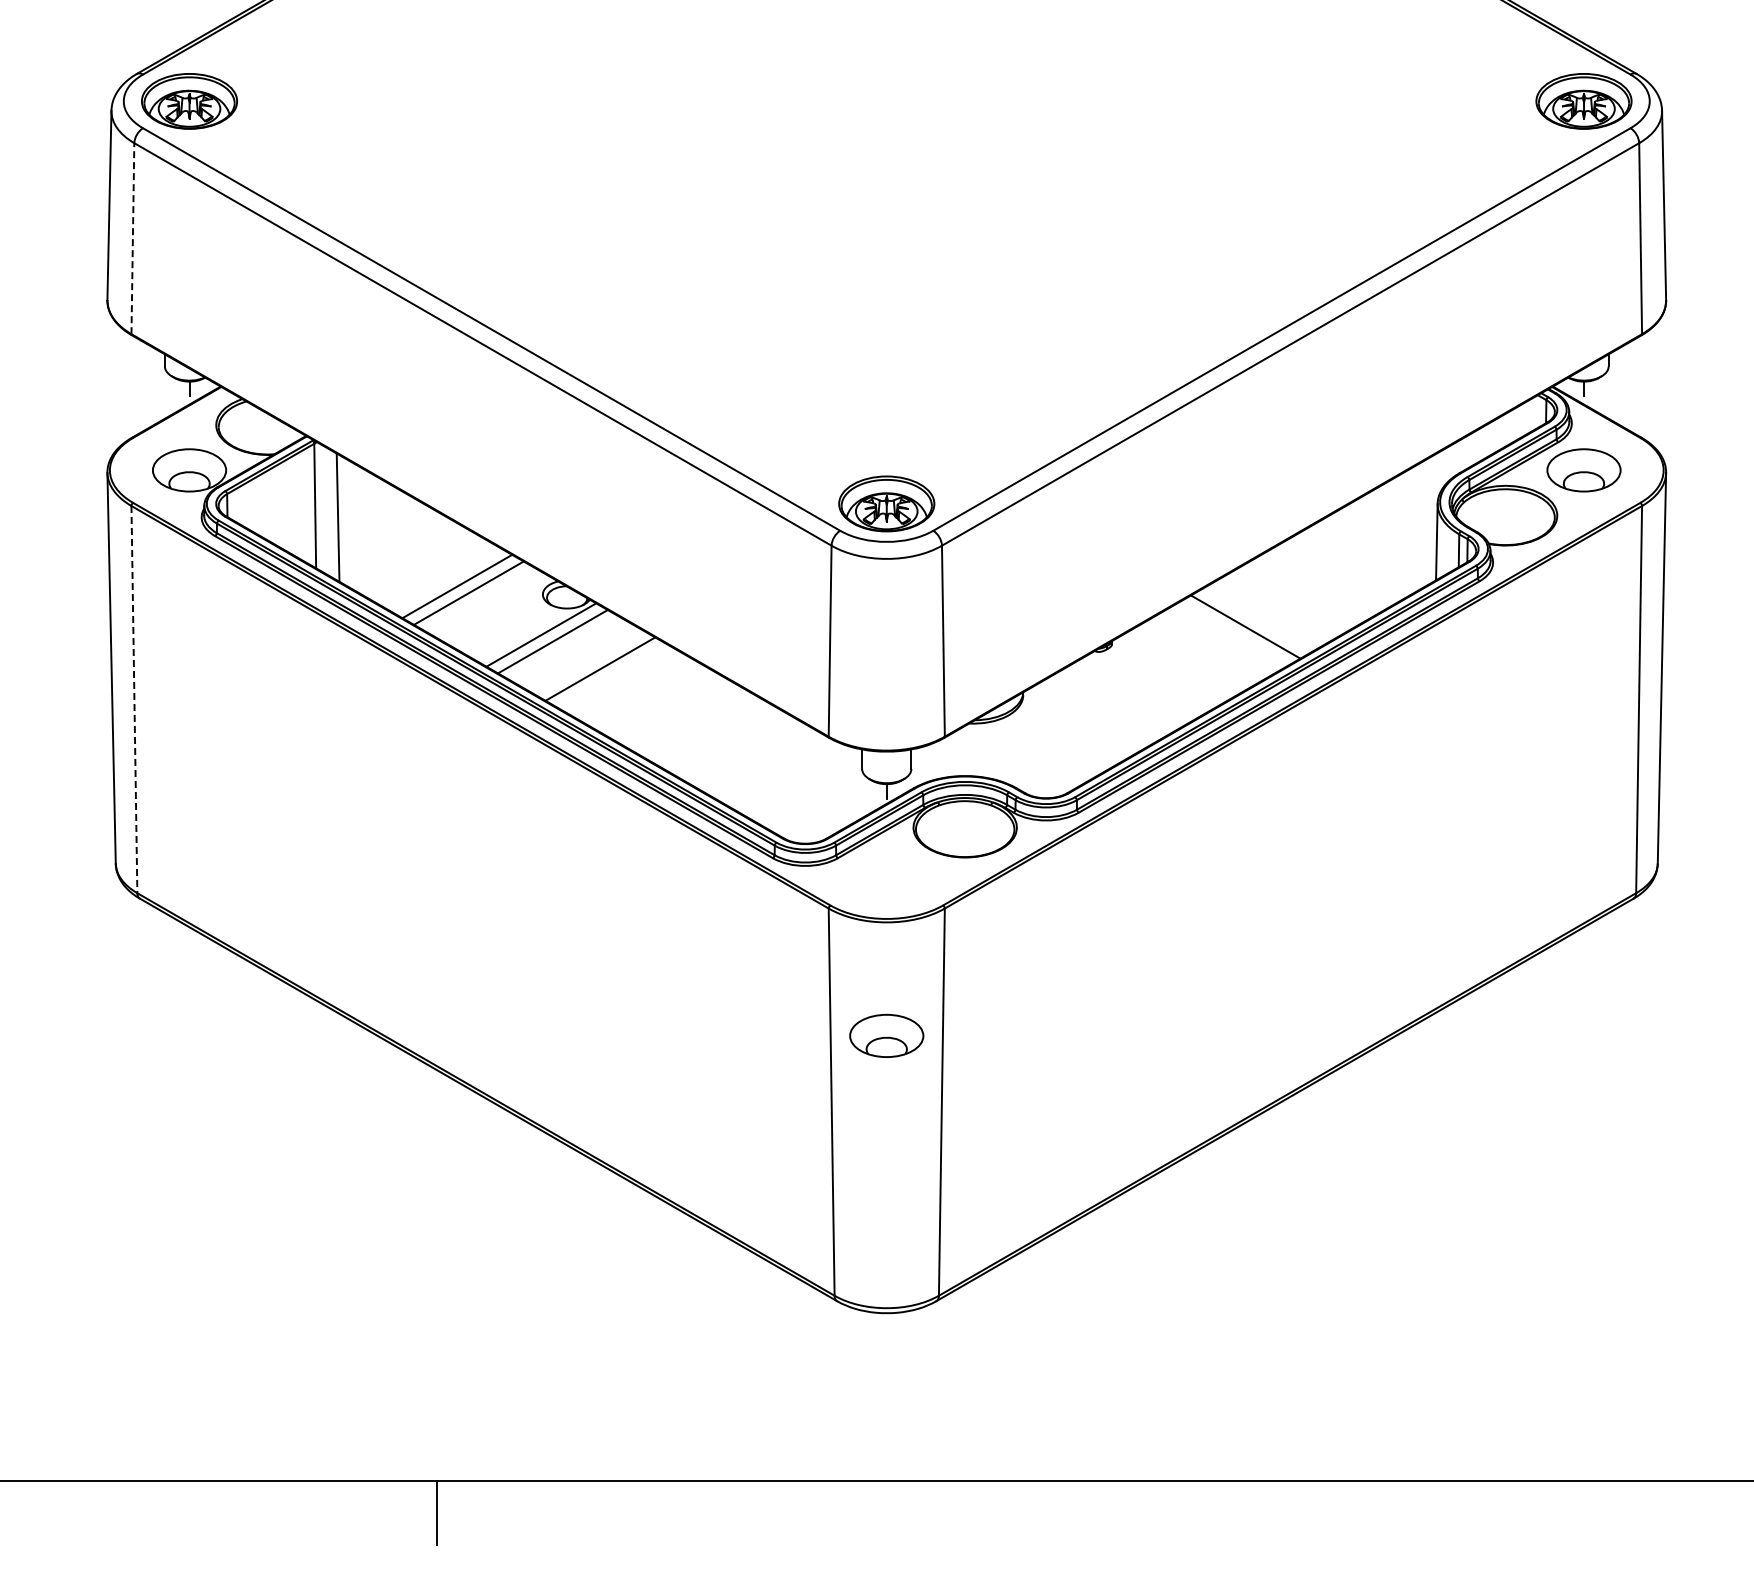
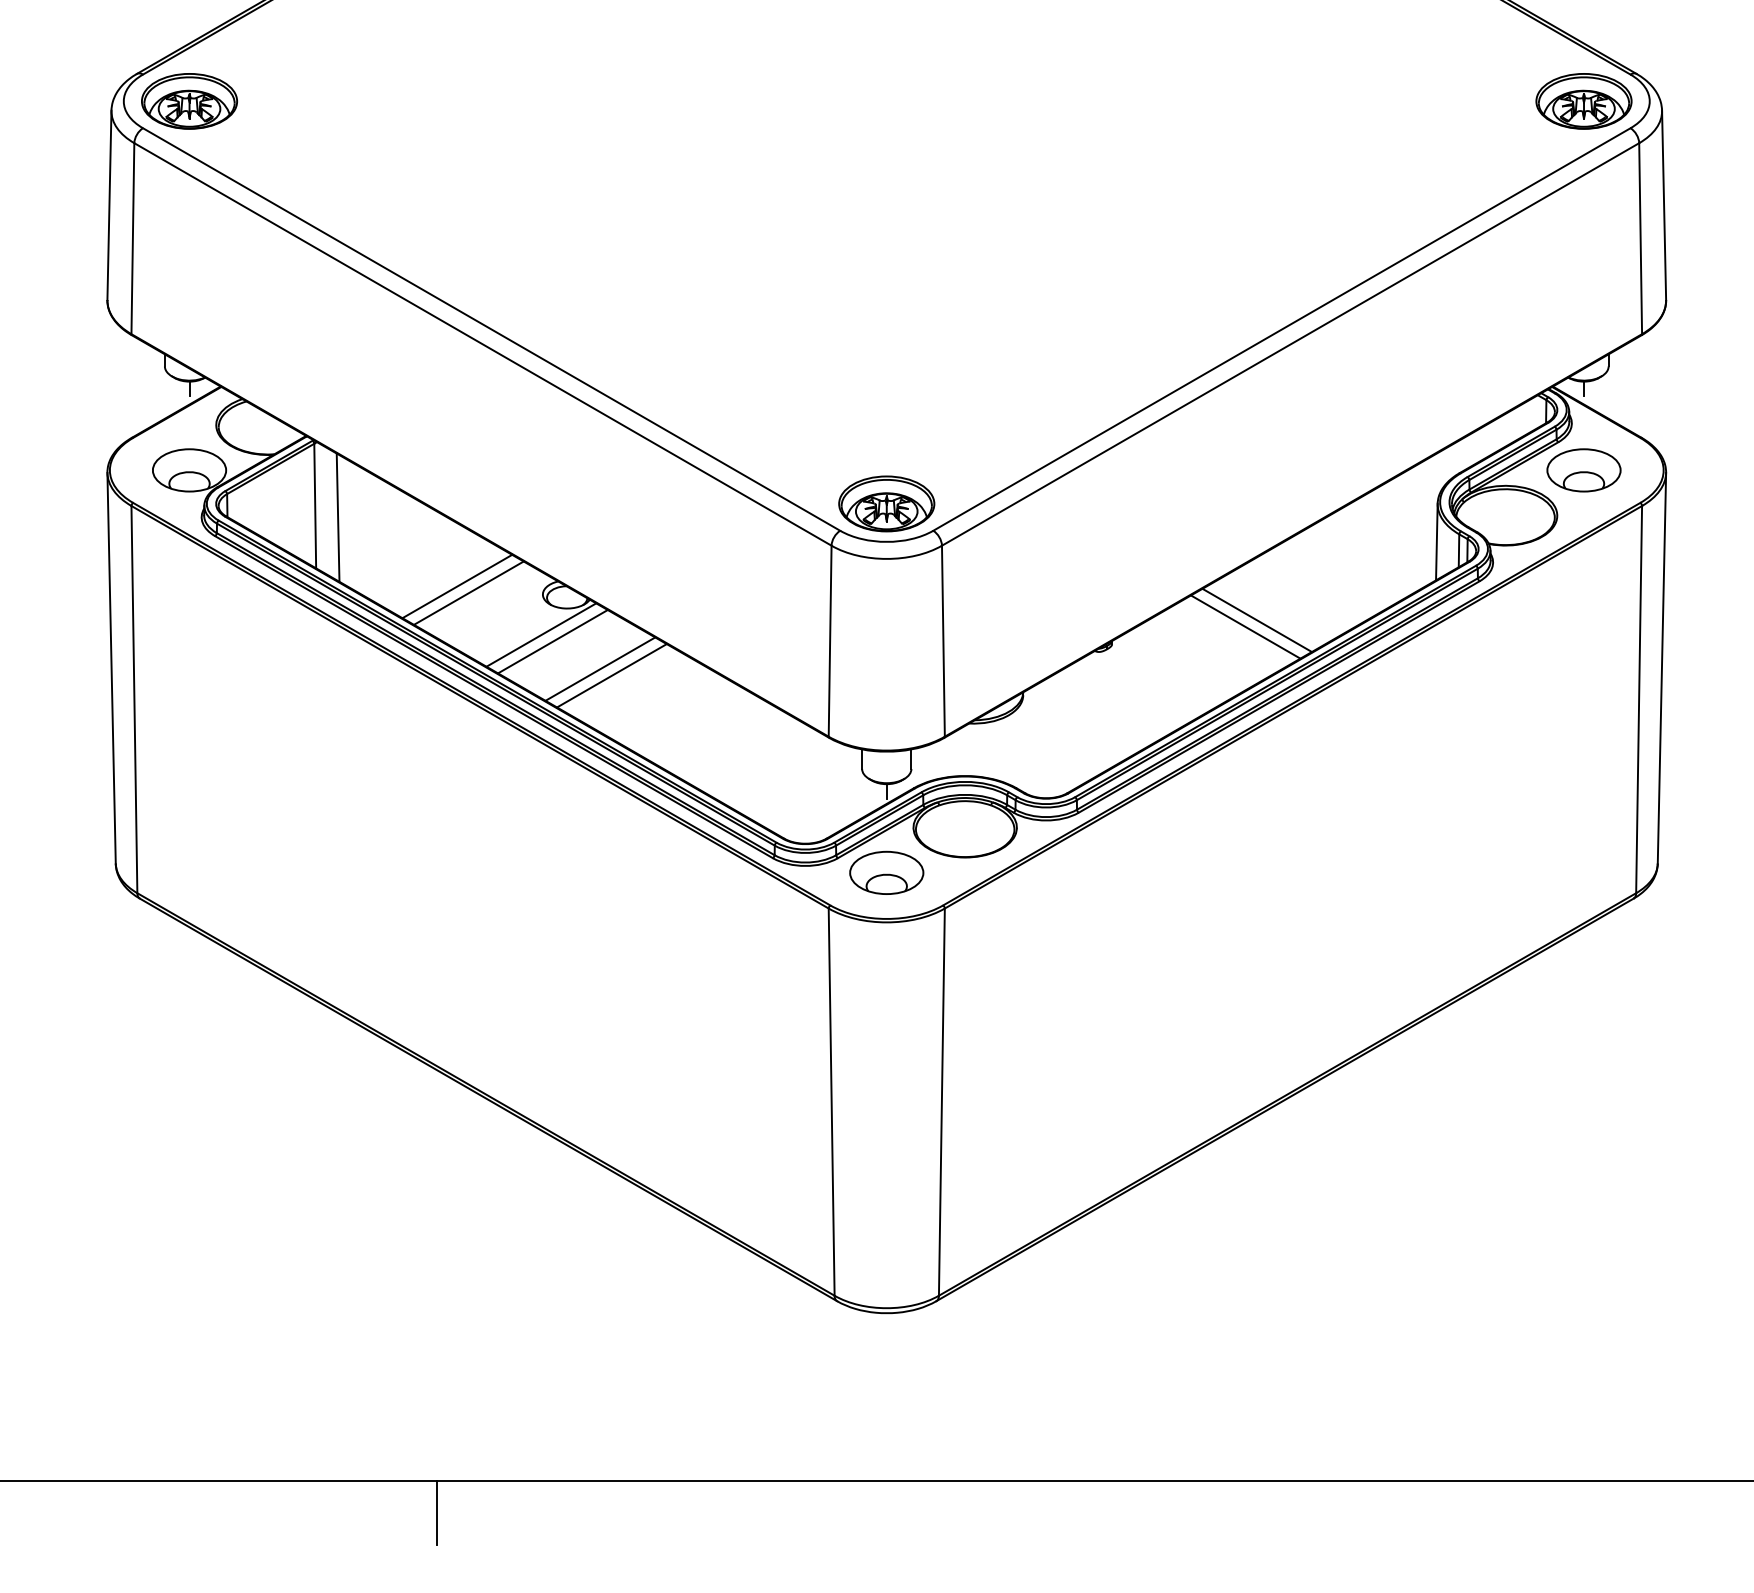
line at (132, 238): dashed -> solid
line at (1256, 620): none -> present
line at (611, 675): none -> present
line at (134, 699): dashed -> solid
part at (886, 1035) position: (886, 1035) -> (886, 872)
